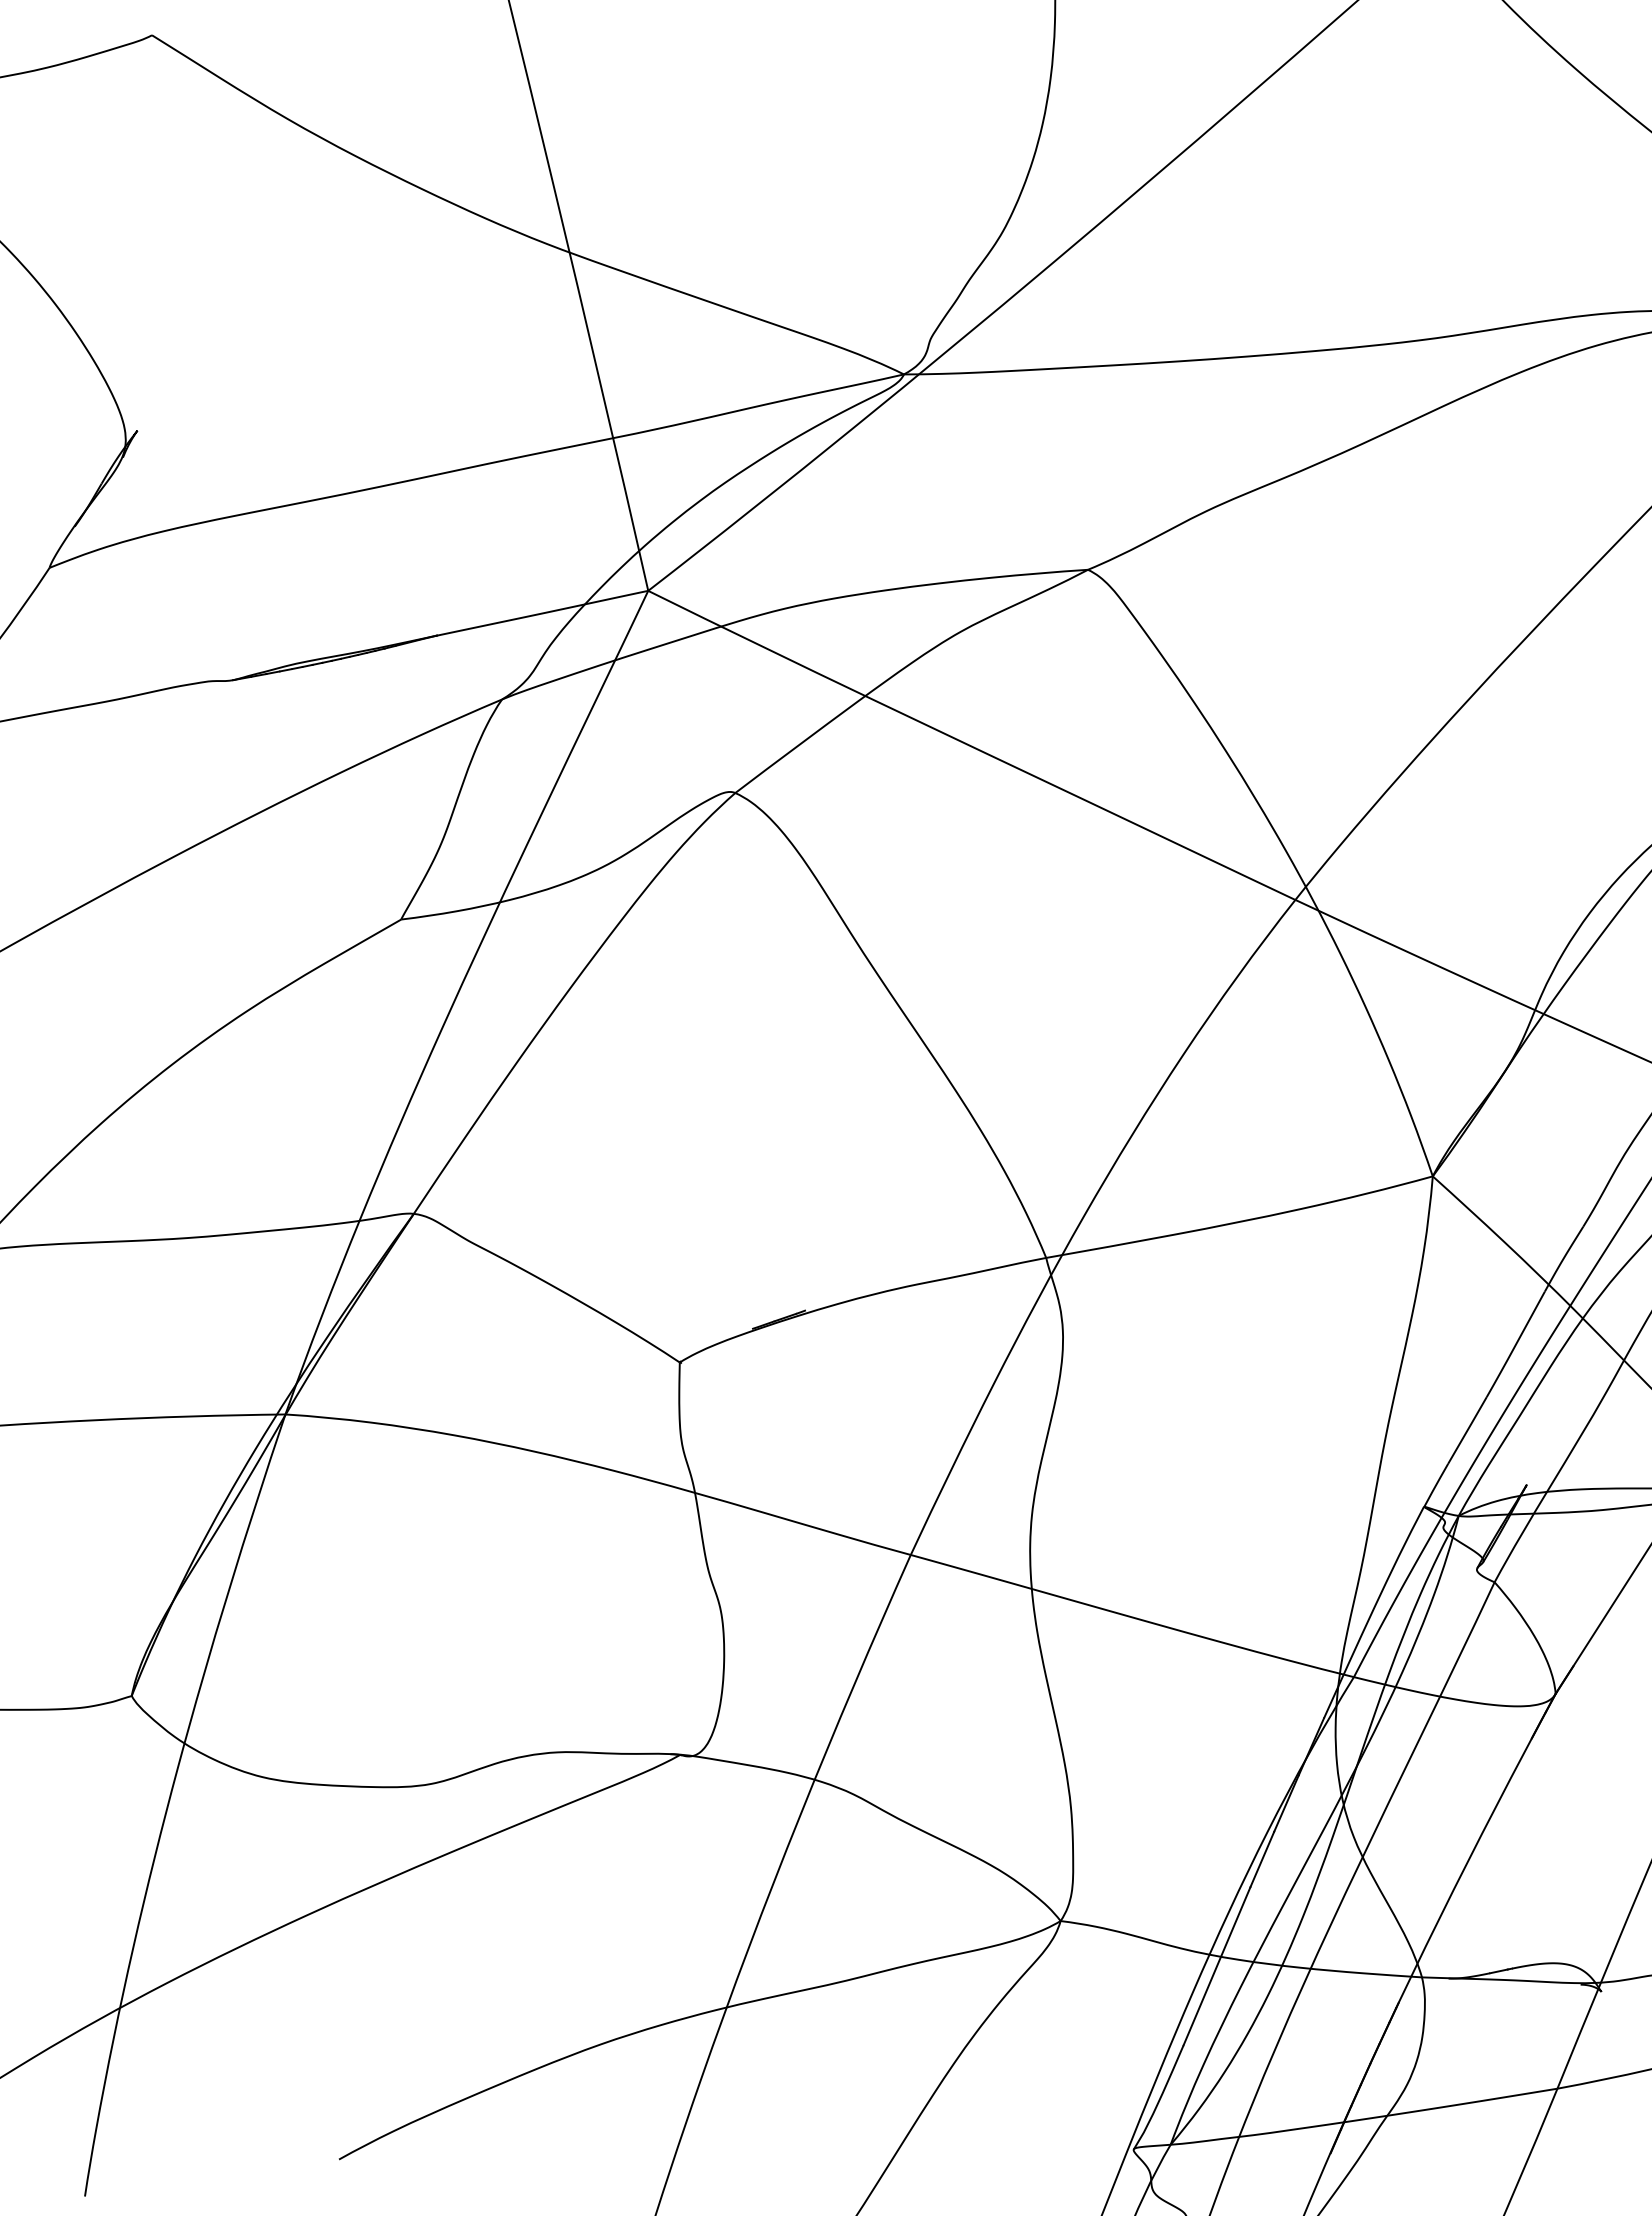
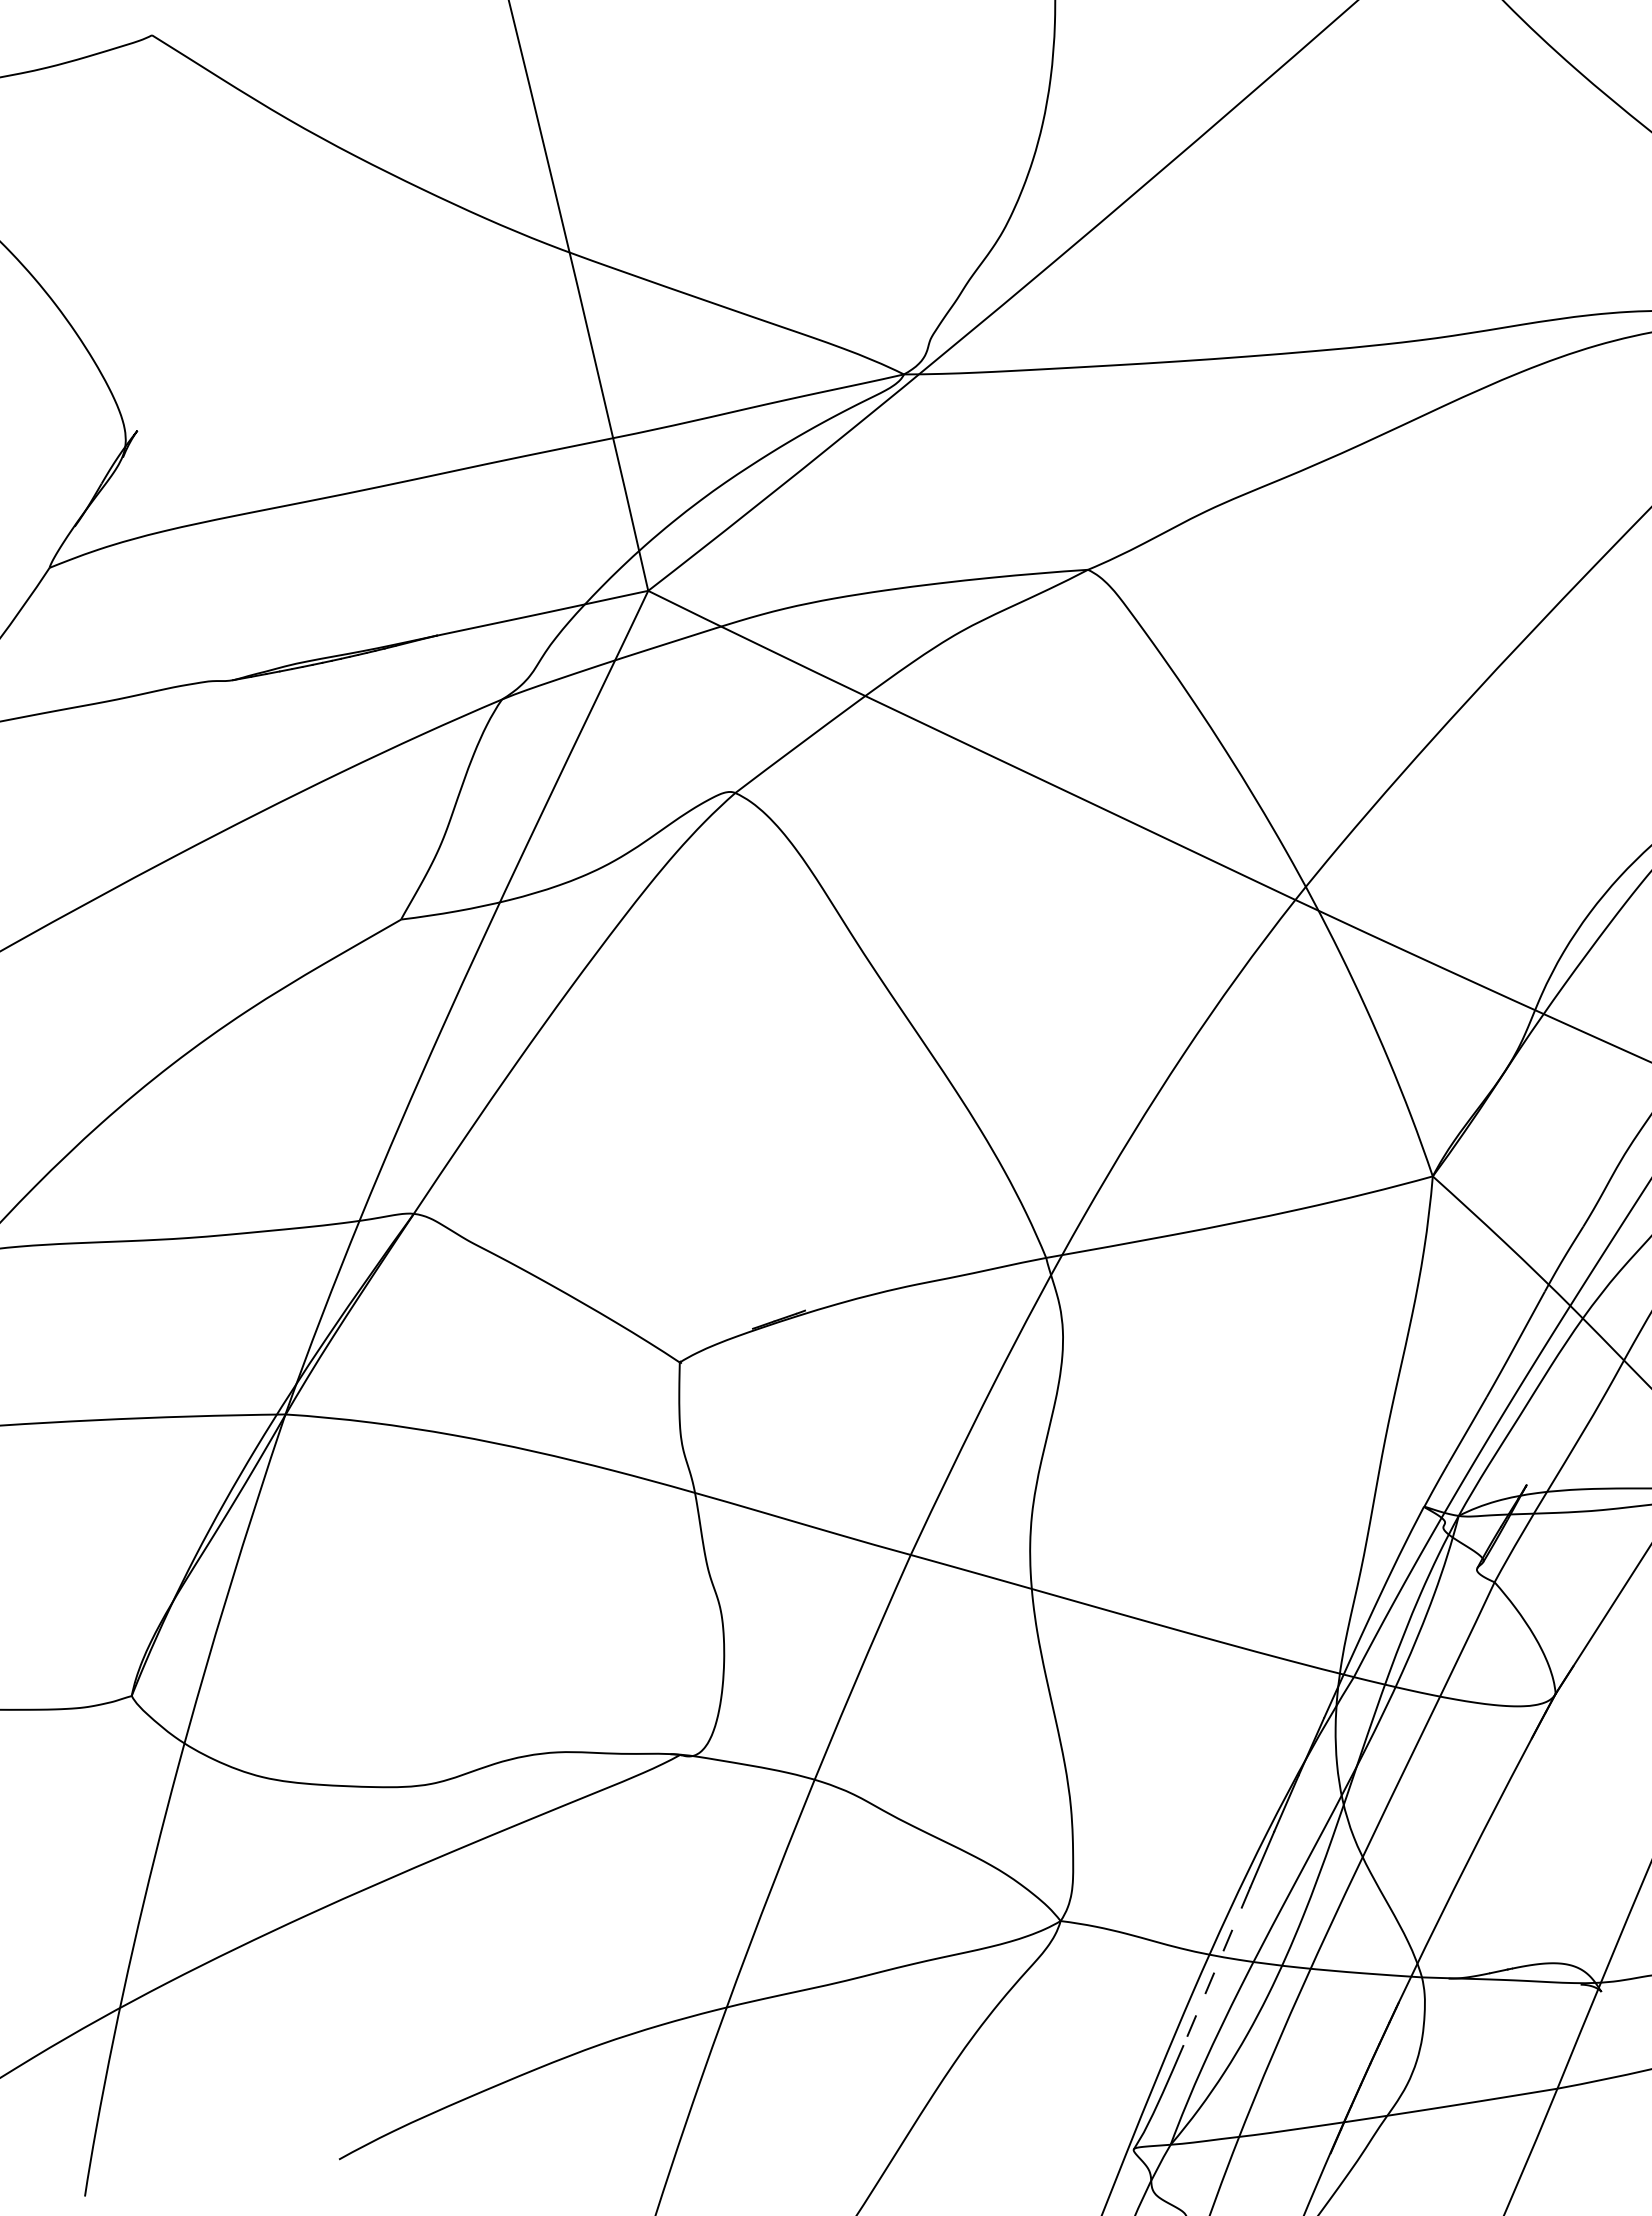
line at (1217, 1966): solid -> dashed
